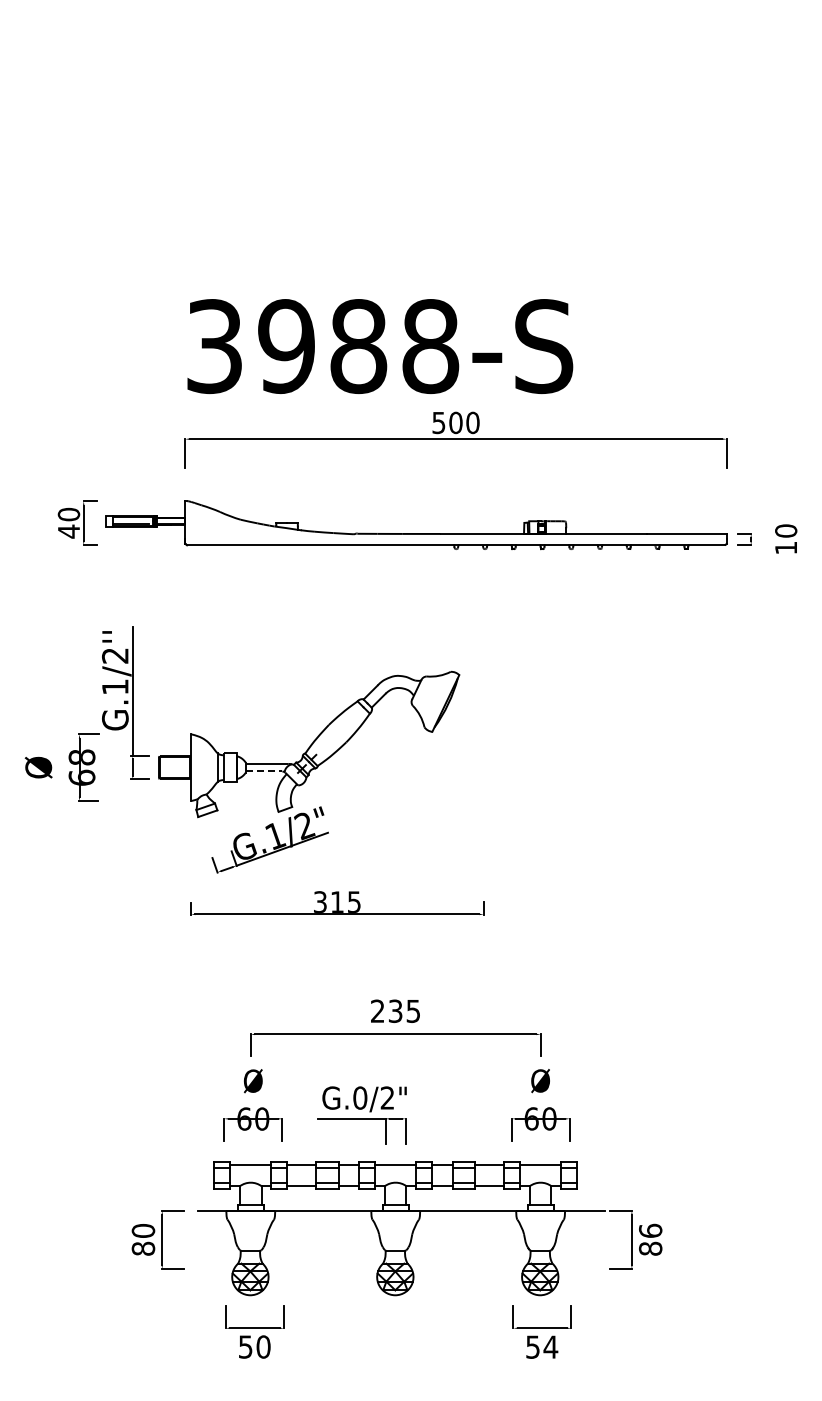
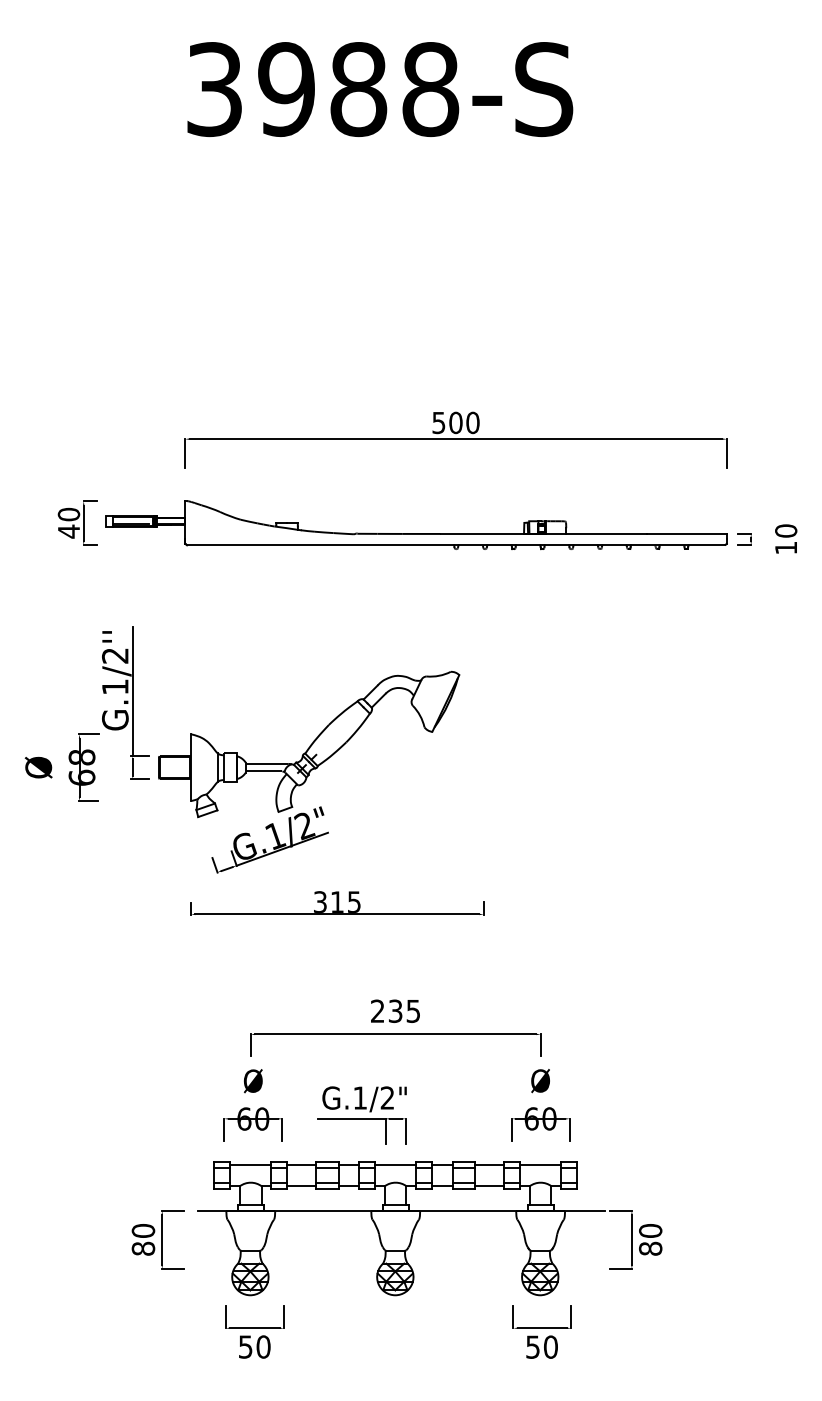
text at (380, 346) position: (380, 346) -> (380, 89)
line at (264, 771): dashed -> solid
text at (360, 1097): G.0/2" -> G.1/2"
text at (650, 1230): 86 -> 80
text at (550, 1346): 54 -> 50
